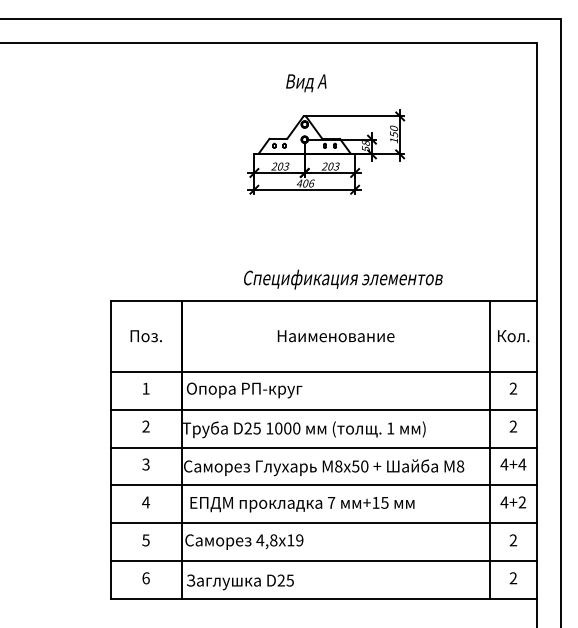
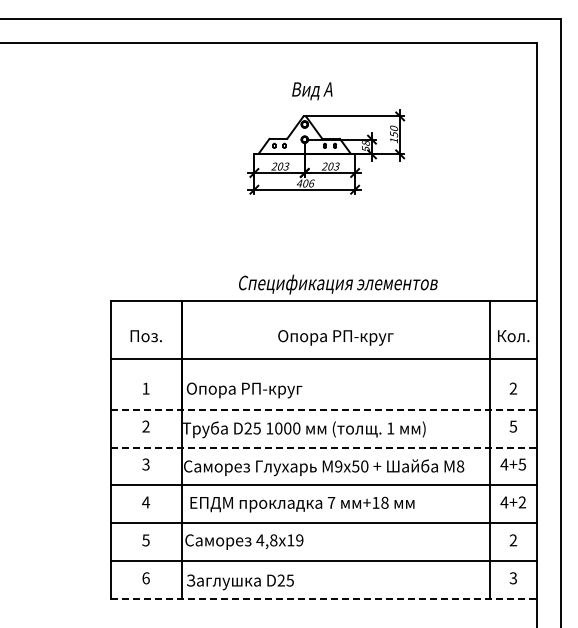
text at (306, 83) position: (306, 83) -> (312, 91)
text at (343, 279) position: (343, 279) -> (338, 284)
text at (335, 337): Наименование -> Опора РП-круг
line at (323, 371) position: (323, 371) -> (323, 358)
line at (324, 409): solid -> dashed
text at (513, 426): 2 -> 5
line at (324, 447): solid -> dashed
text at (522, 464): 4+4 -> 4+5
text at (338, 466): 8 -> 9
text at (384, 502): +15 -> +18
text at (513, 578): 2 -> 3
line at (324, 599): solid -> dashed
